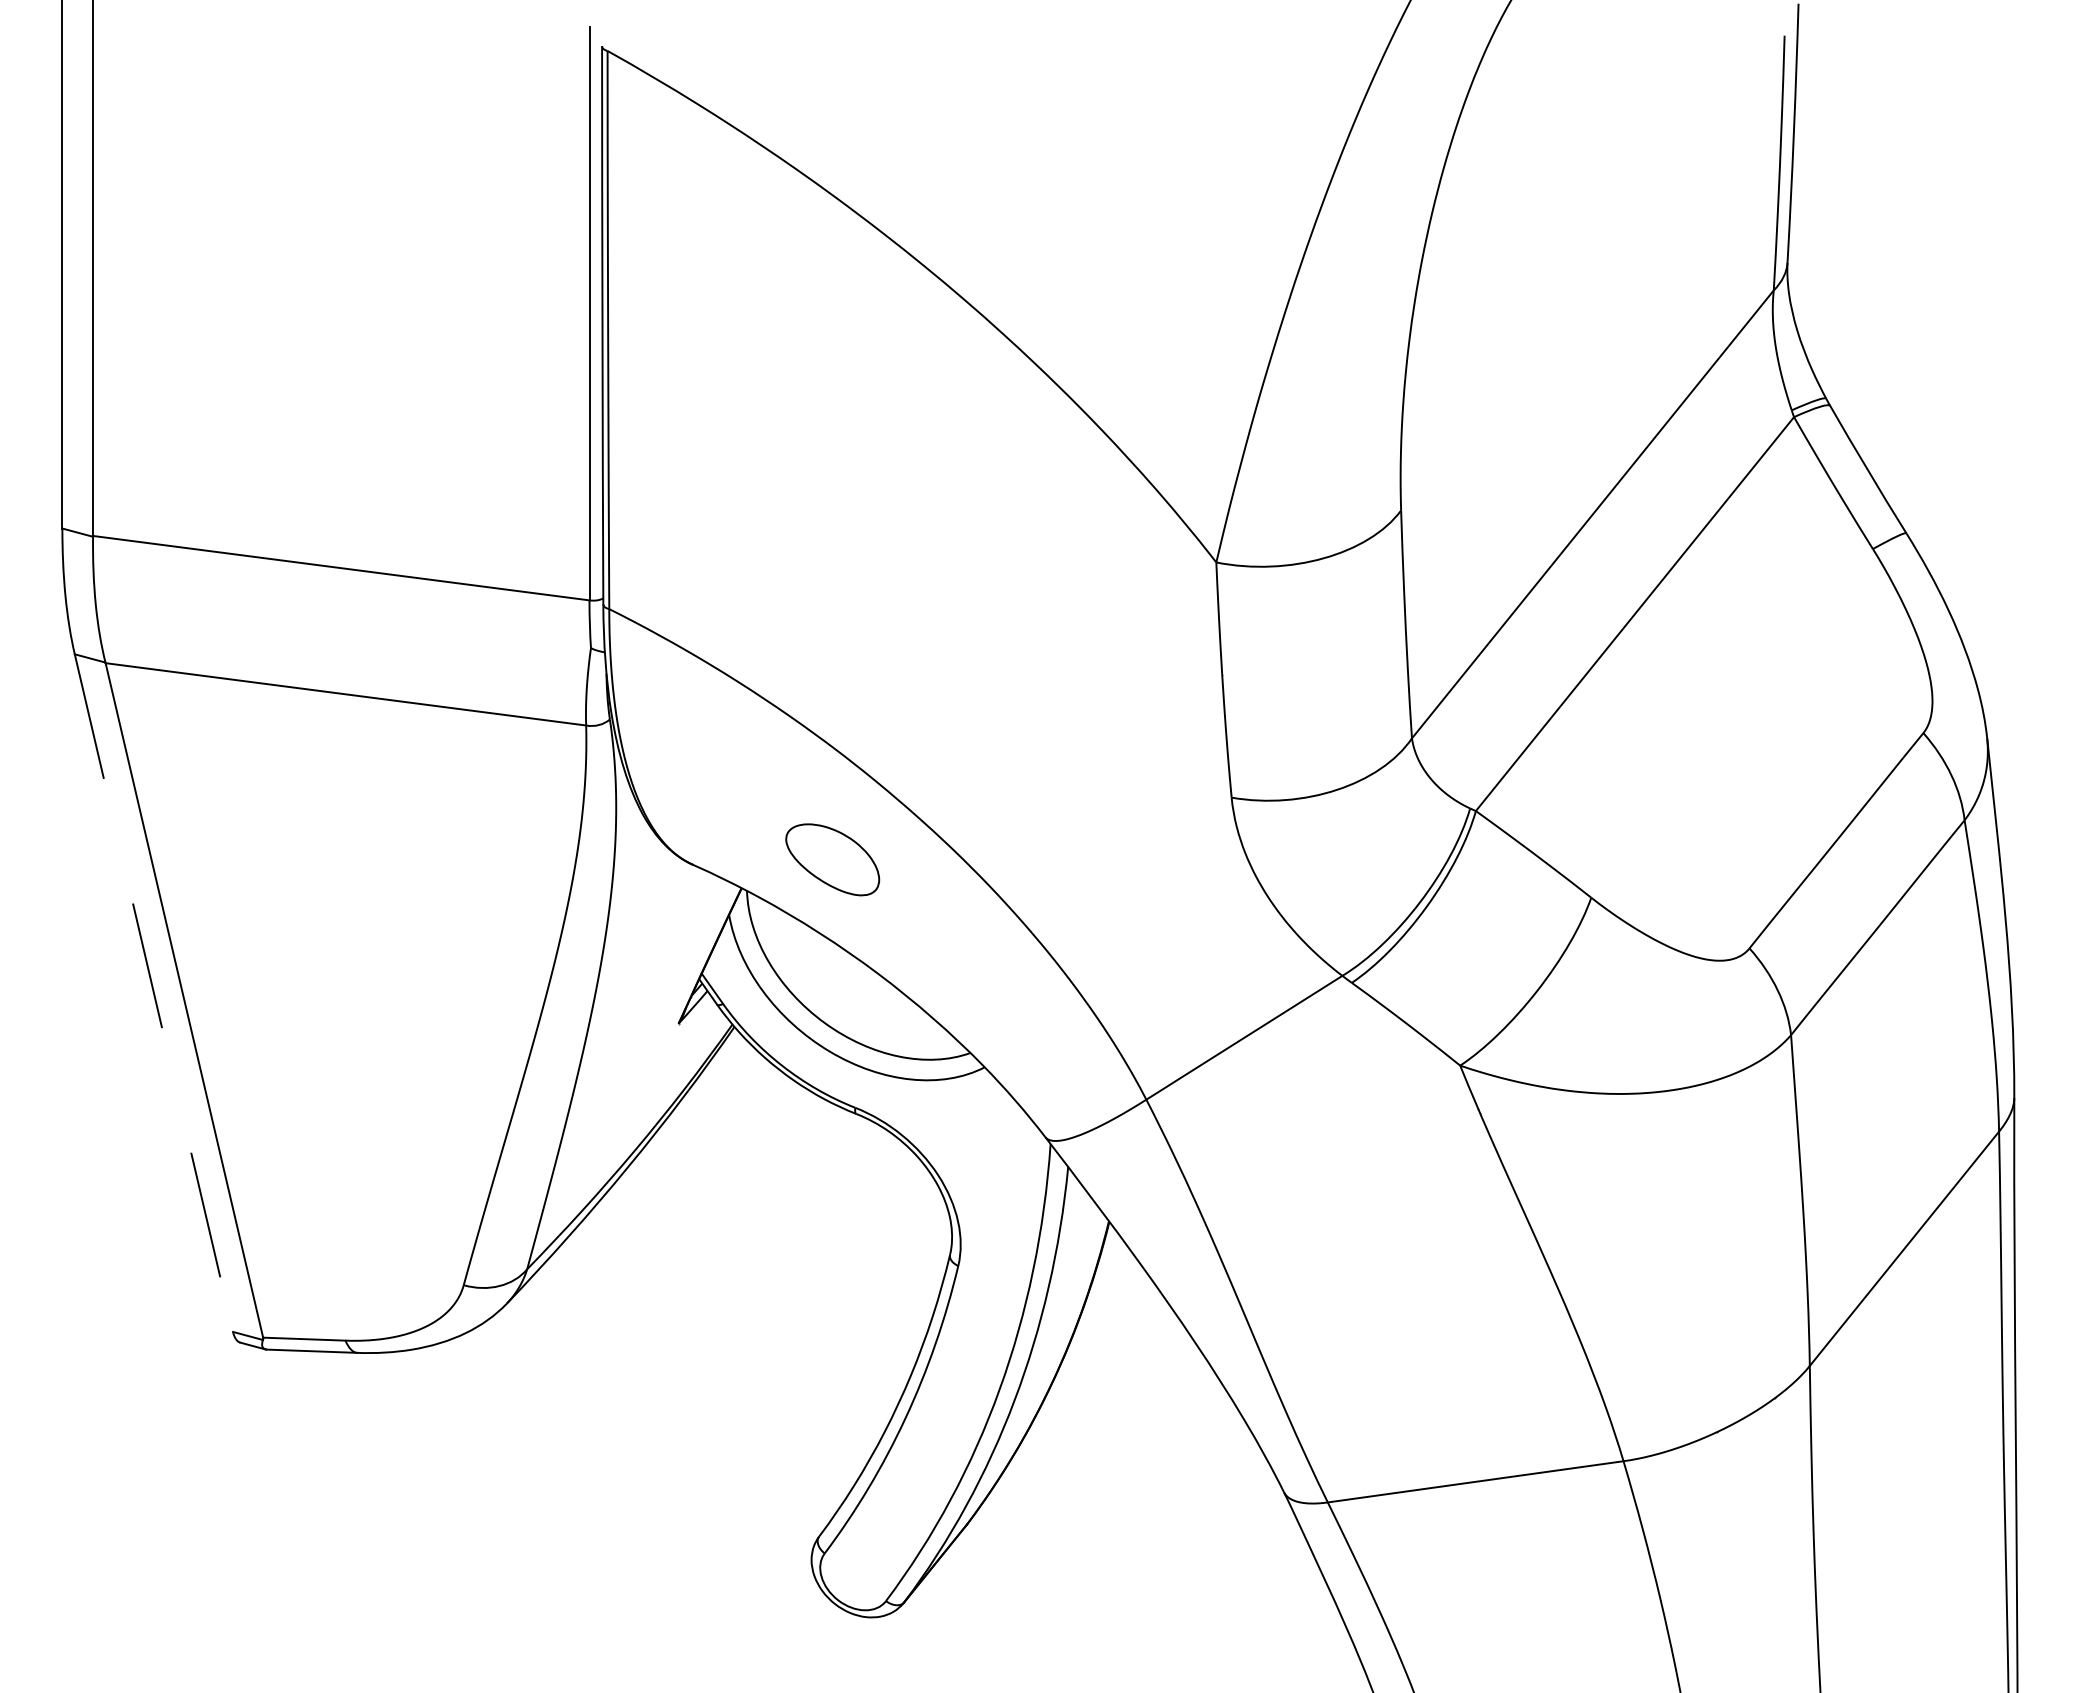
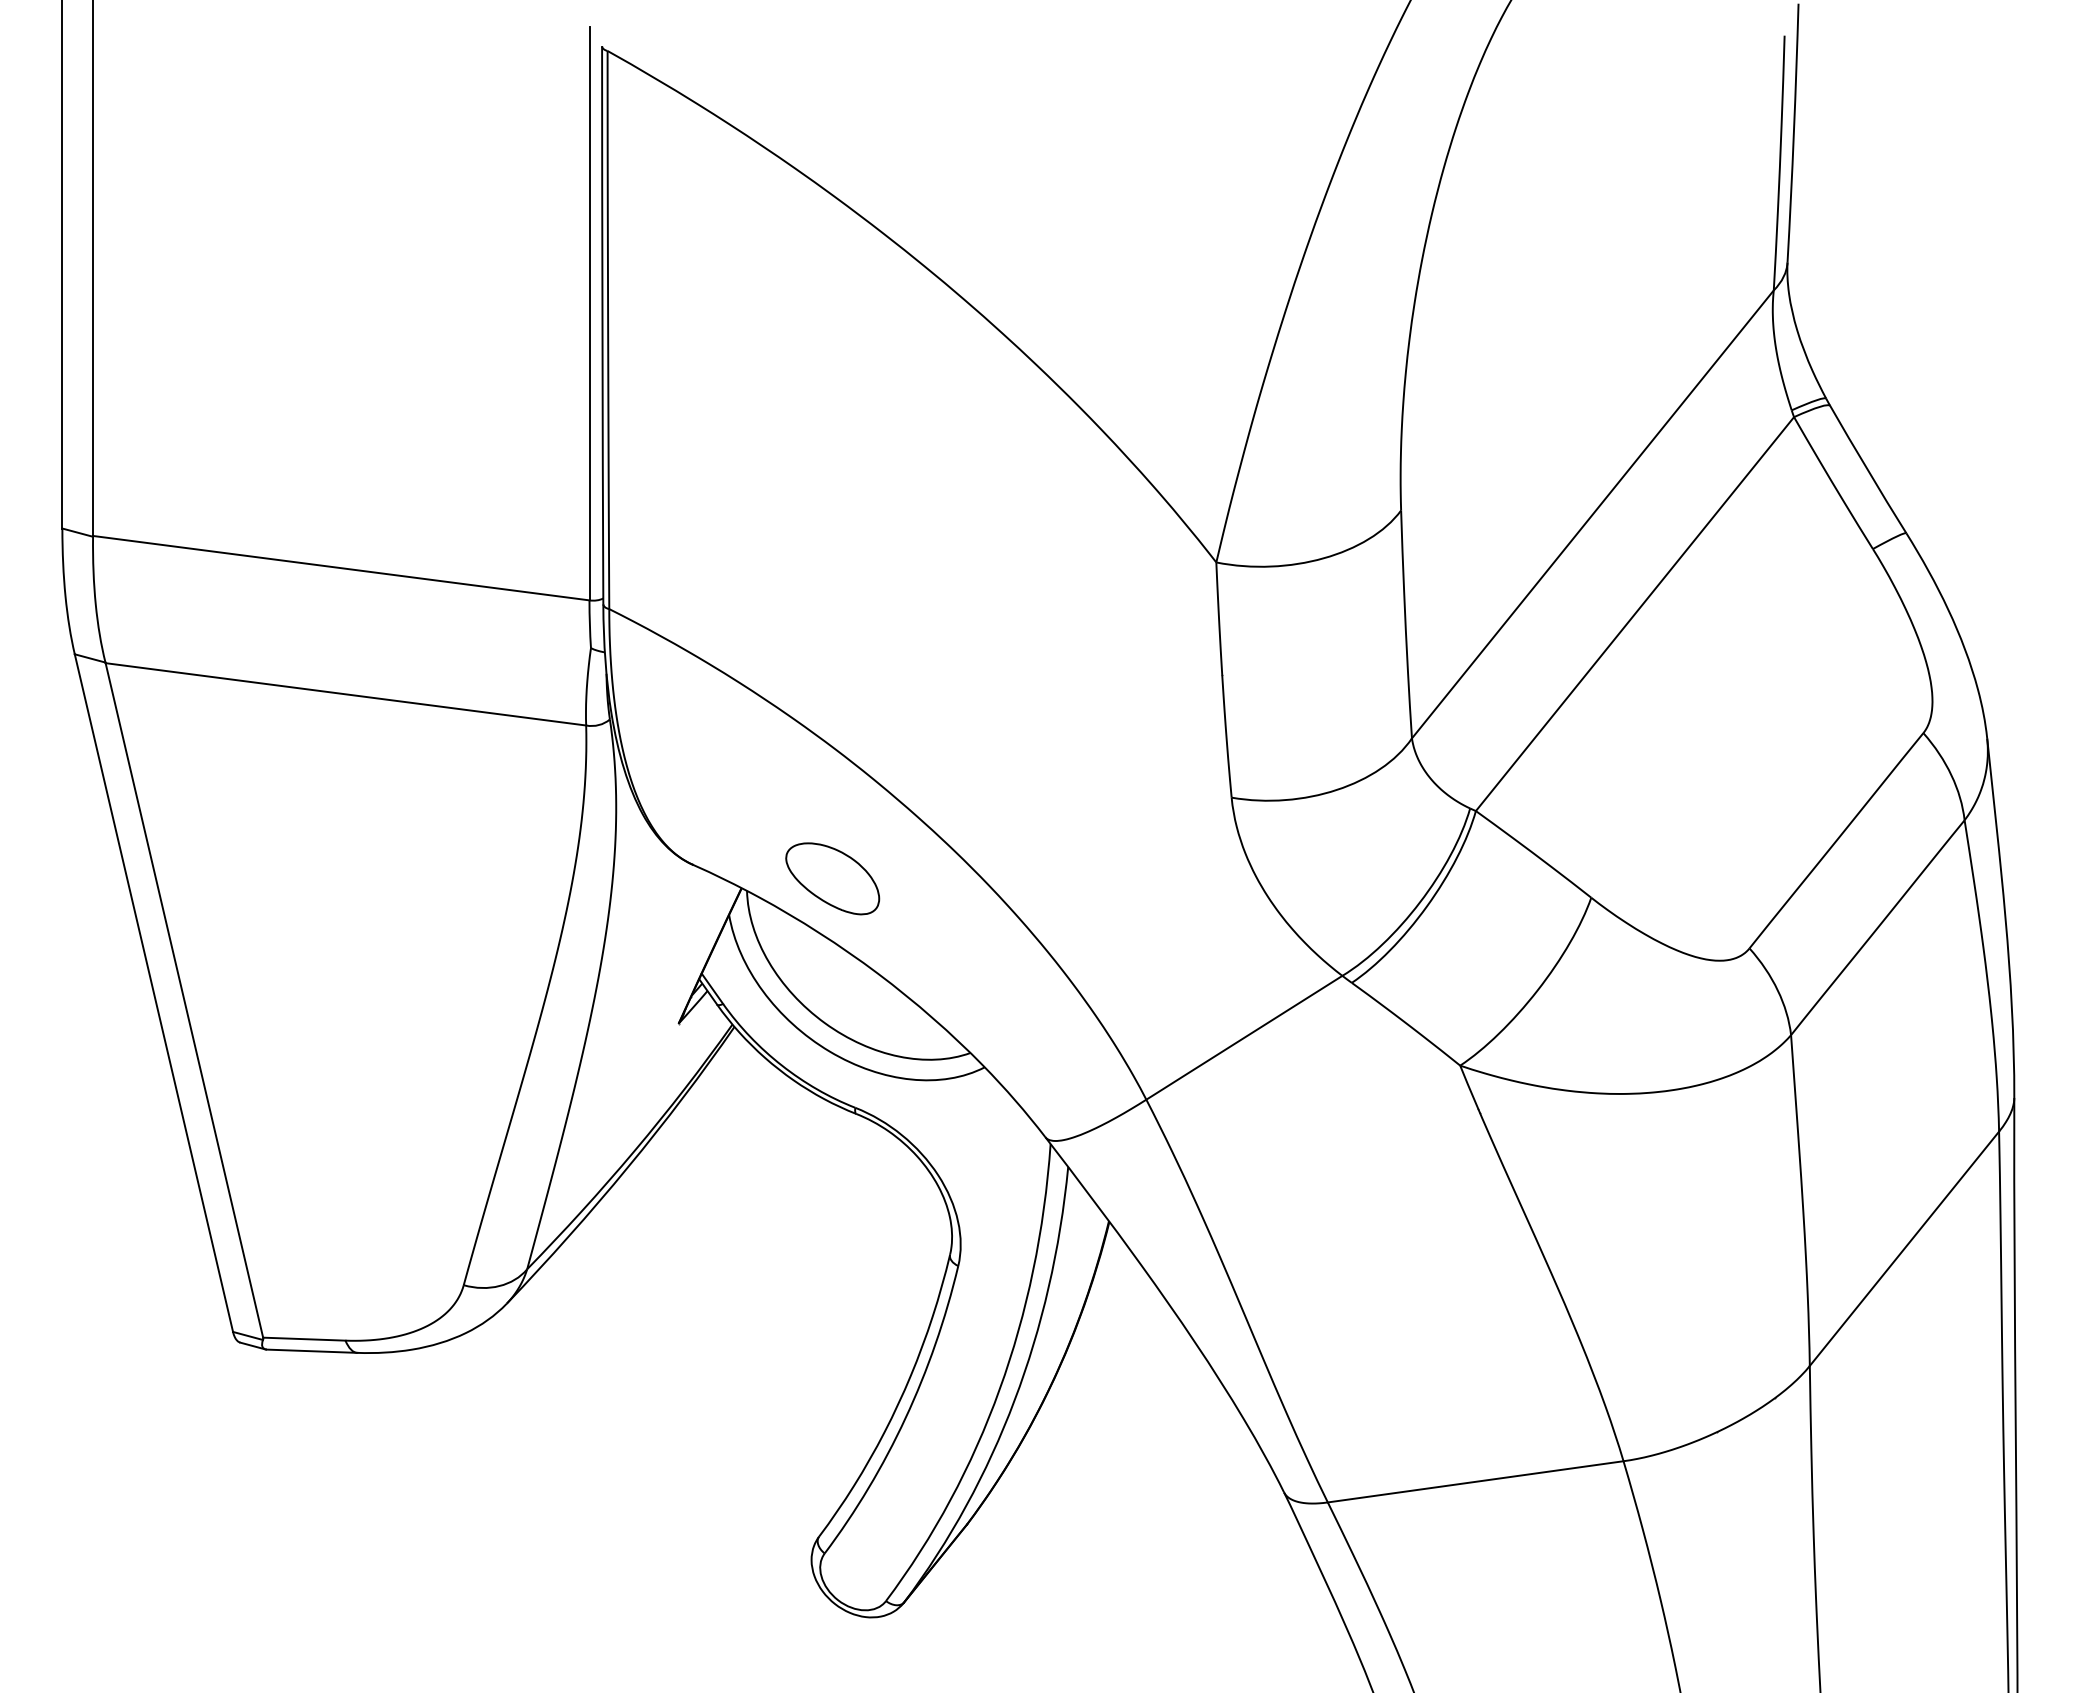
part at (832, 859) position: (832, 859) -> (832, 878)
line at (153, 993): dashed -> solid
